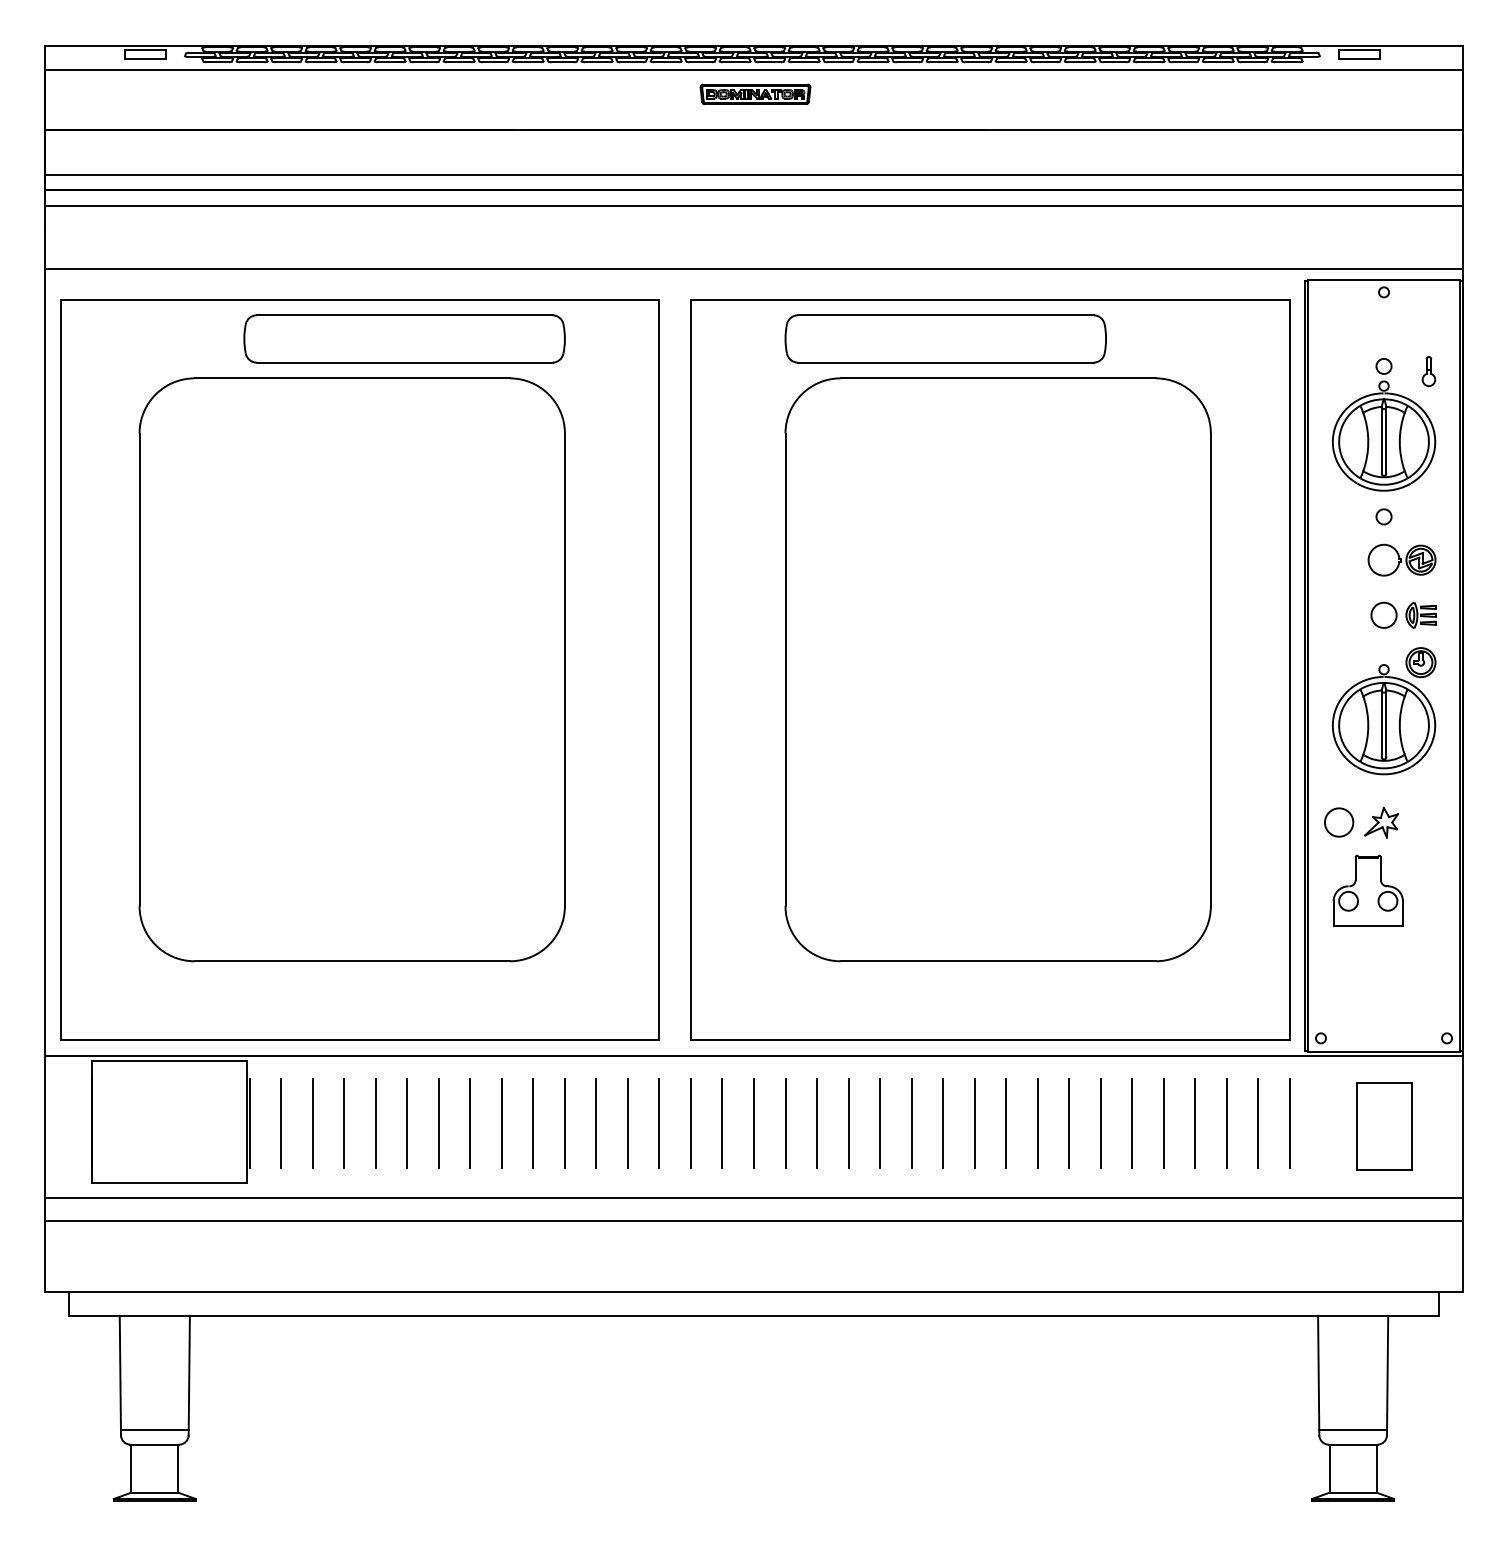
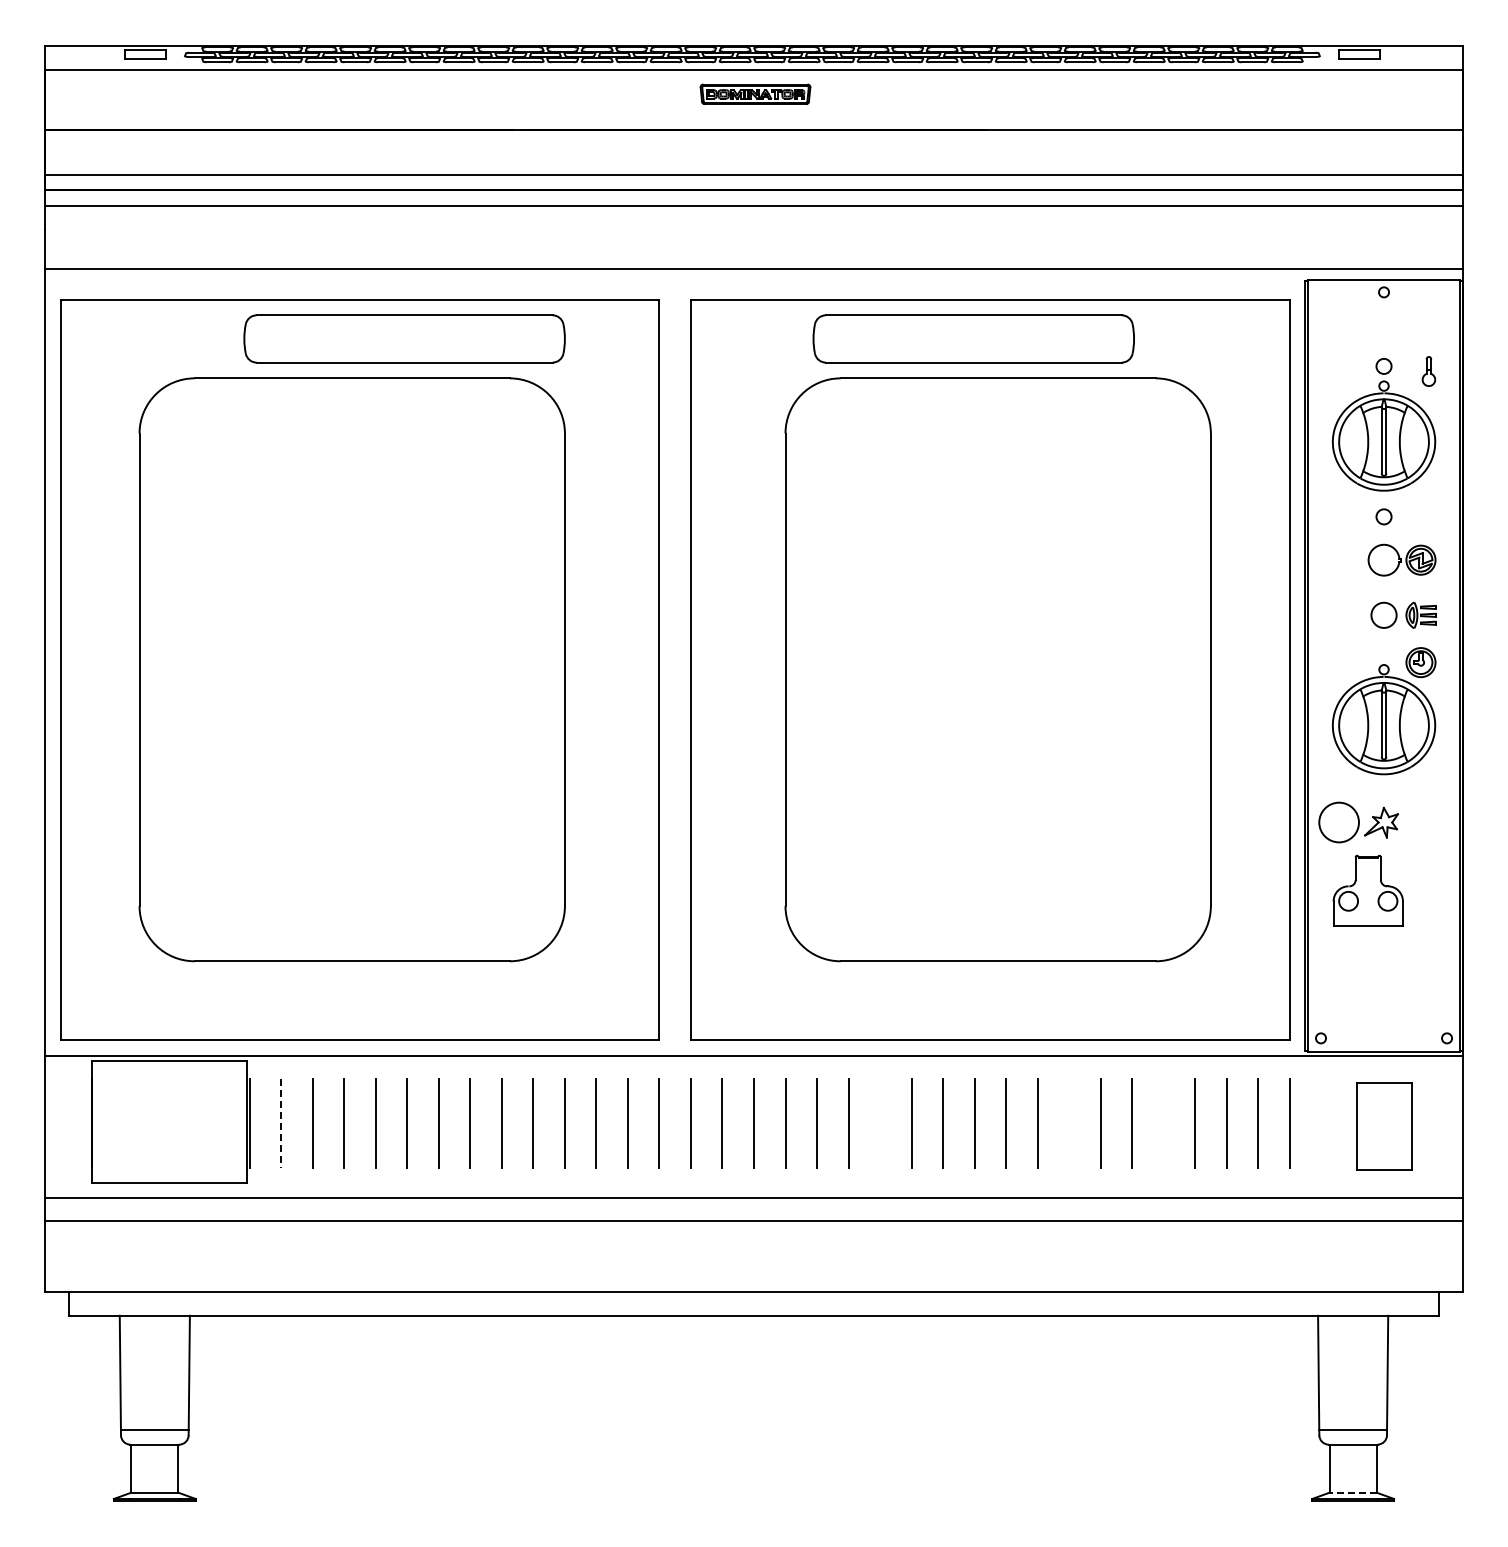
part at (945, 338) position: (945, 338) -> (973, 338)
circle at (1338, 822) diameter: 28 px -> 40 px
line at (879, 1123): present -> none
line at (1068, 1123): present -> none
line at (1163, 1123): present -> none
line at (281, 1124): solid -> dashed
line at (1353, 1492): solid -> dashed
